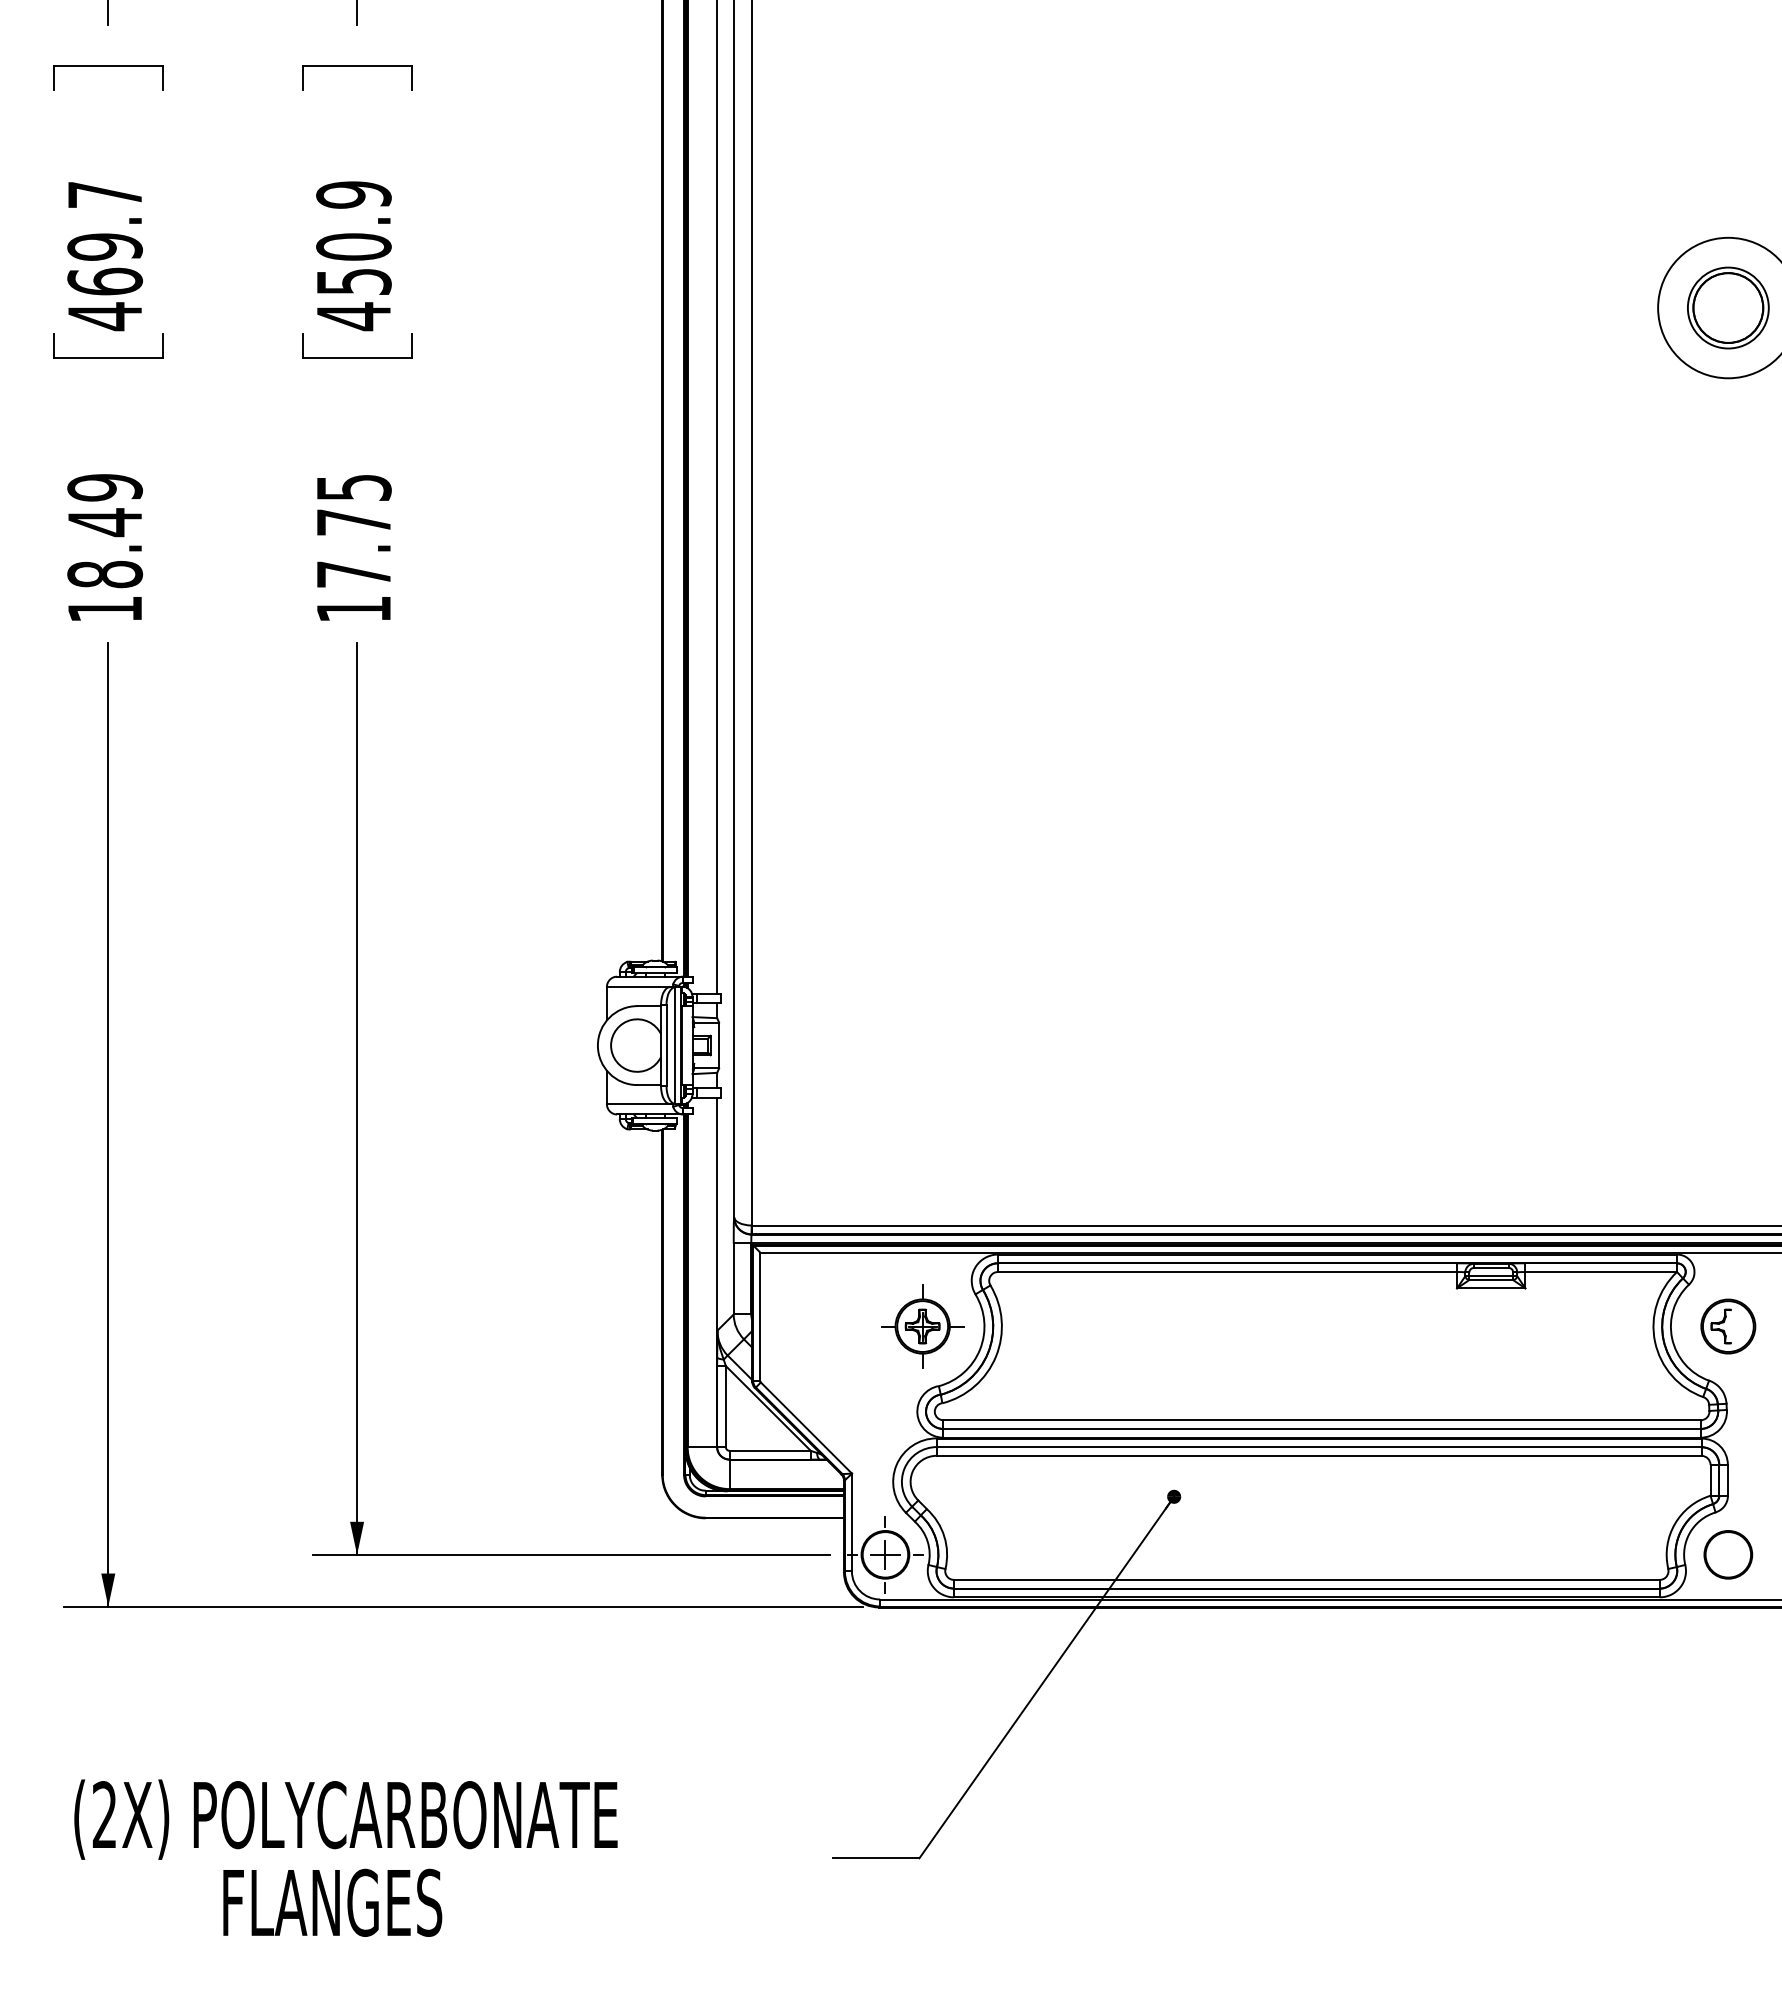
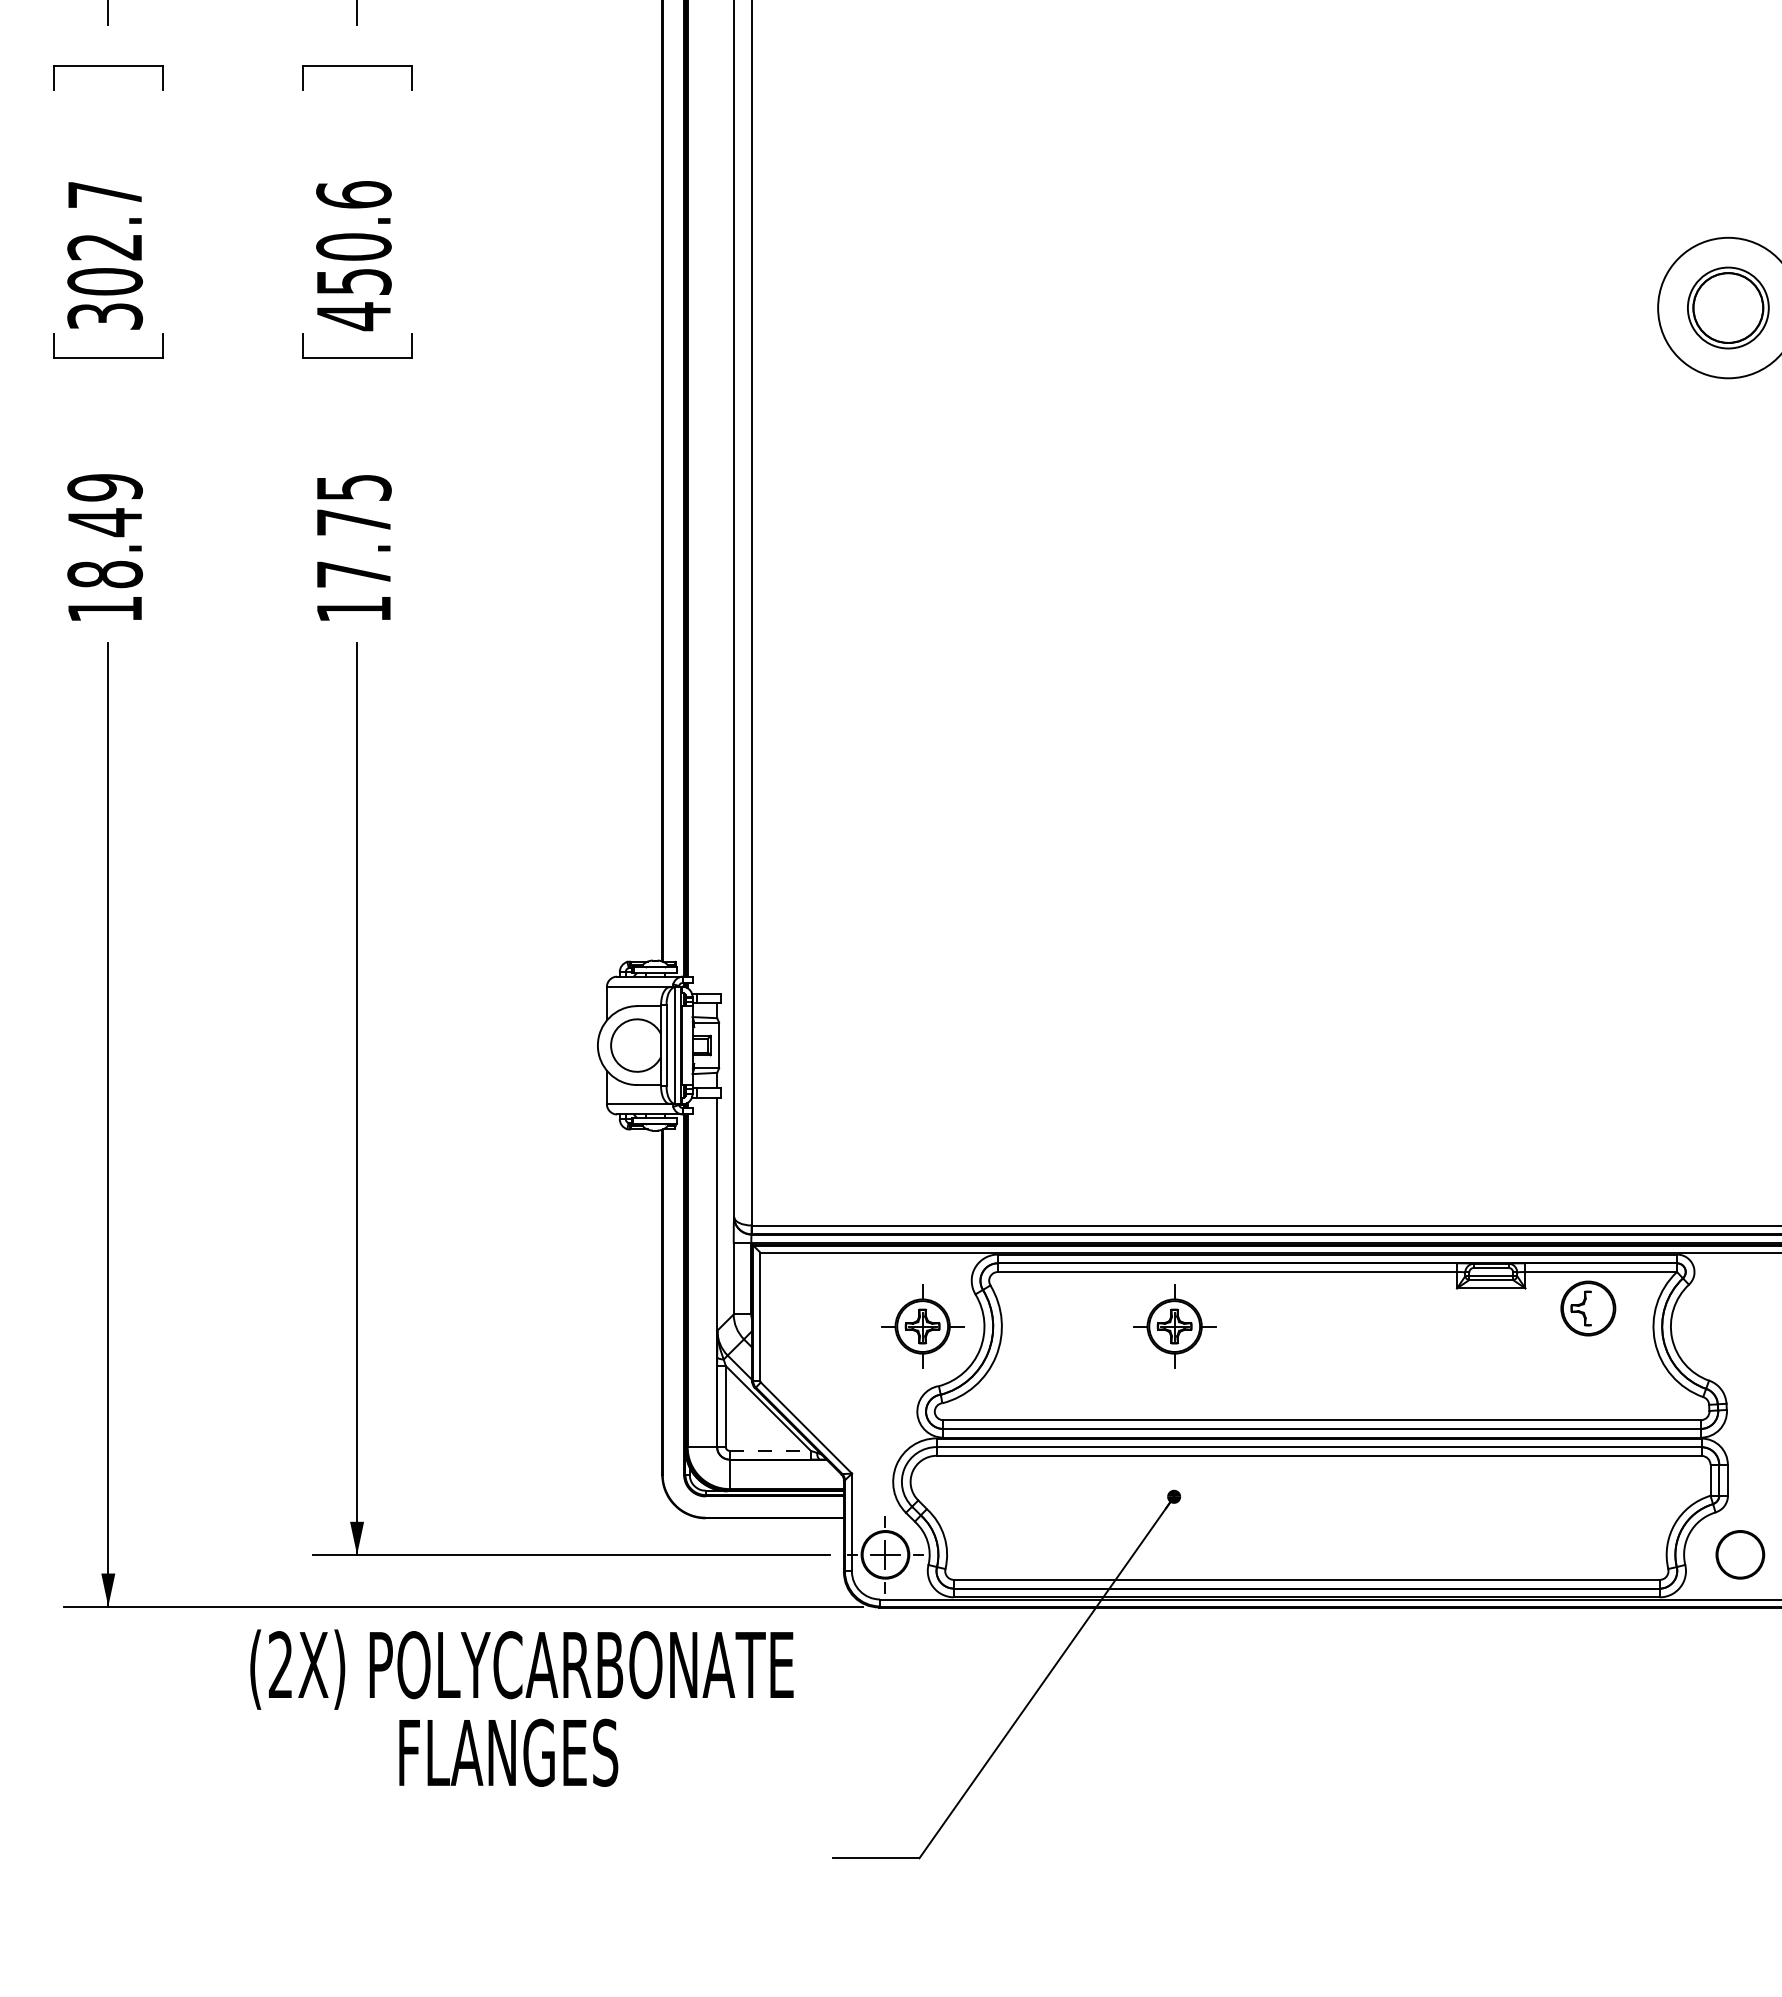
text at (353, 194): 450.9 -> 450.6
text at (105, 282): 469.7 -> 302.7
line at (717, 497): present -> none
part at (1174, 1326): none -> present
part at (1728, 1326) position: (1728, 1326) -> (1588, 1308)
line at (770, 1450): solid -> dashed
part at (1728, 1554) position: (1728, 1554) -> (1740, 1554)
text at (345, 1857) position: (345, 1857) -> (521, 1707)
